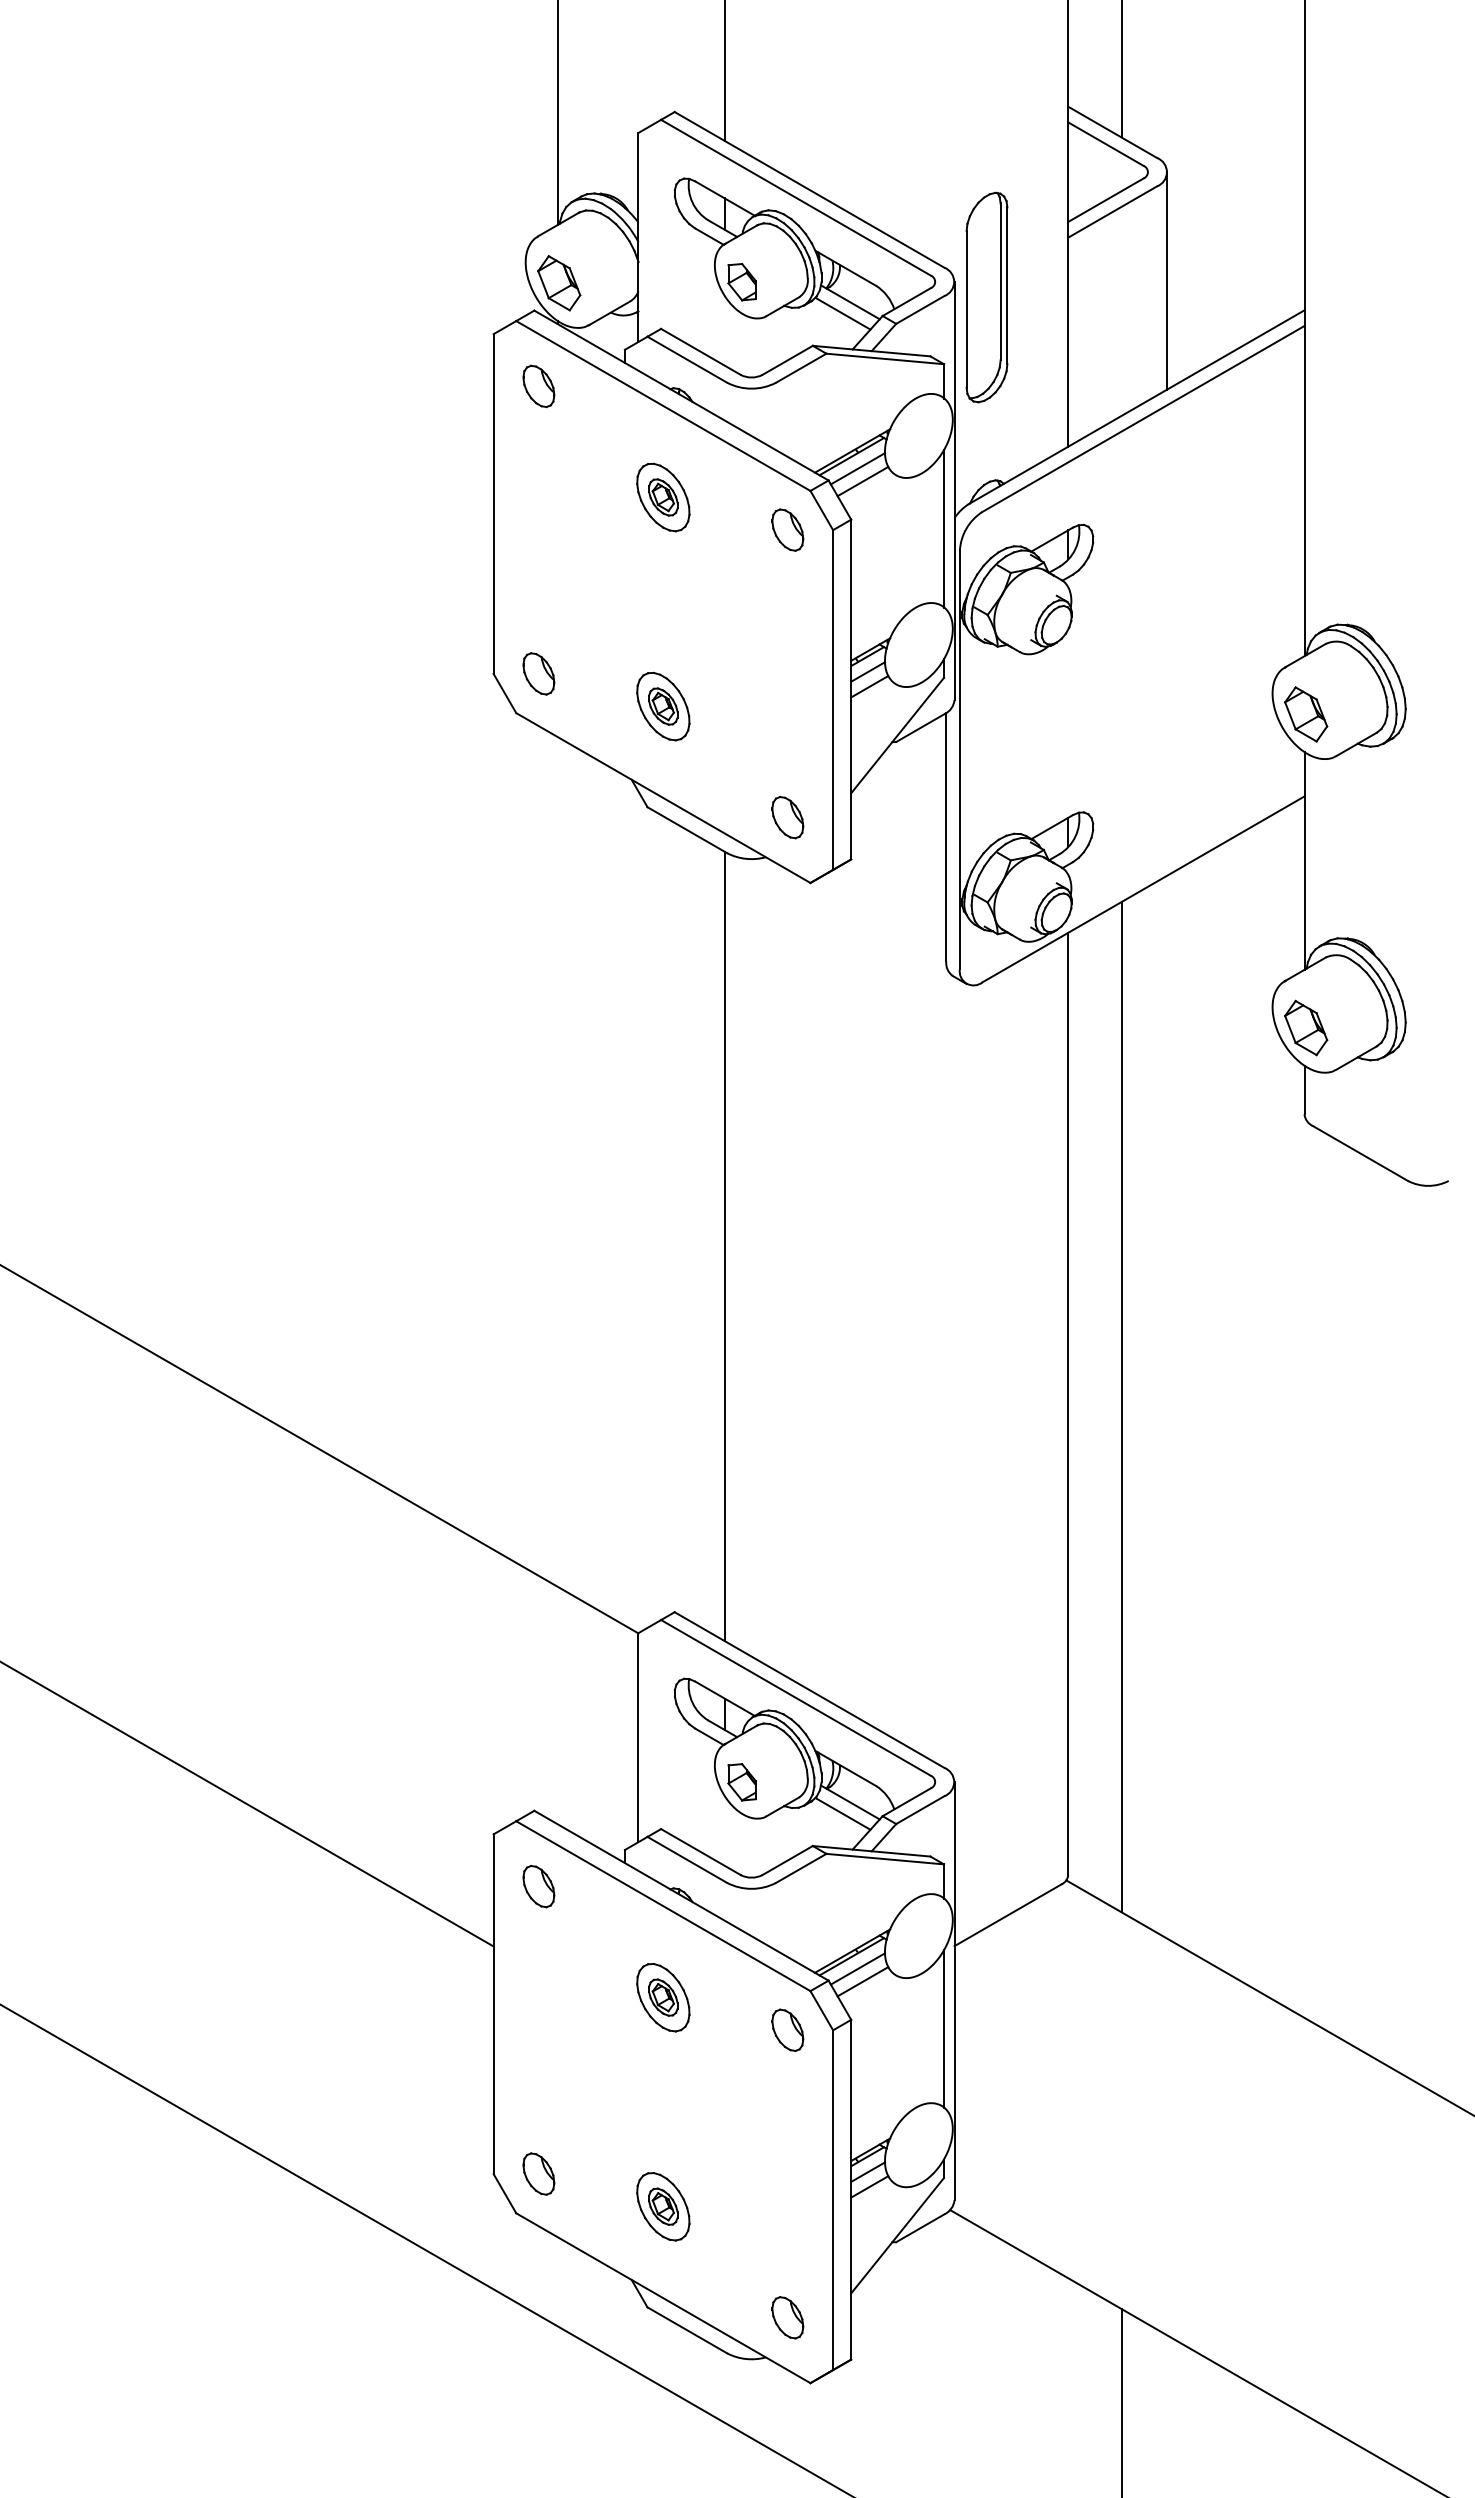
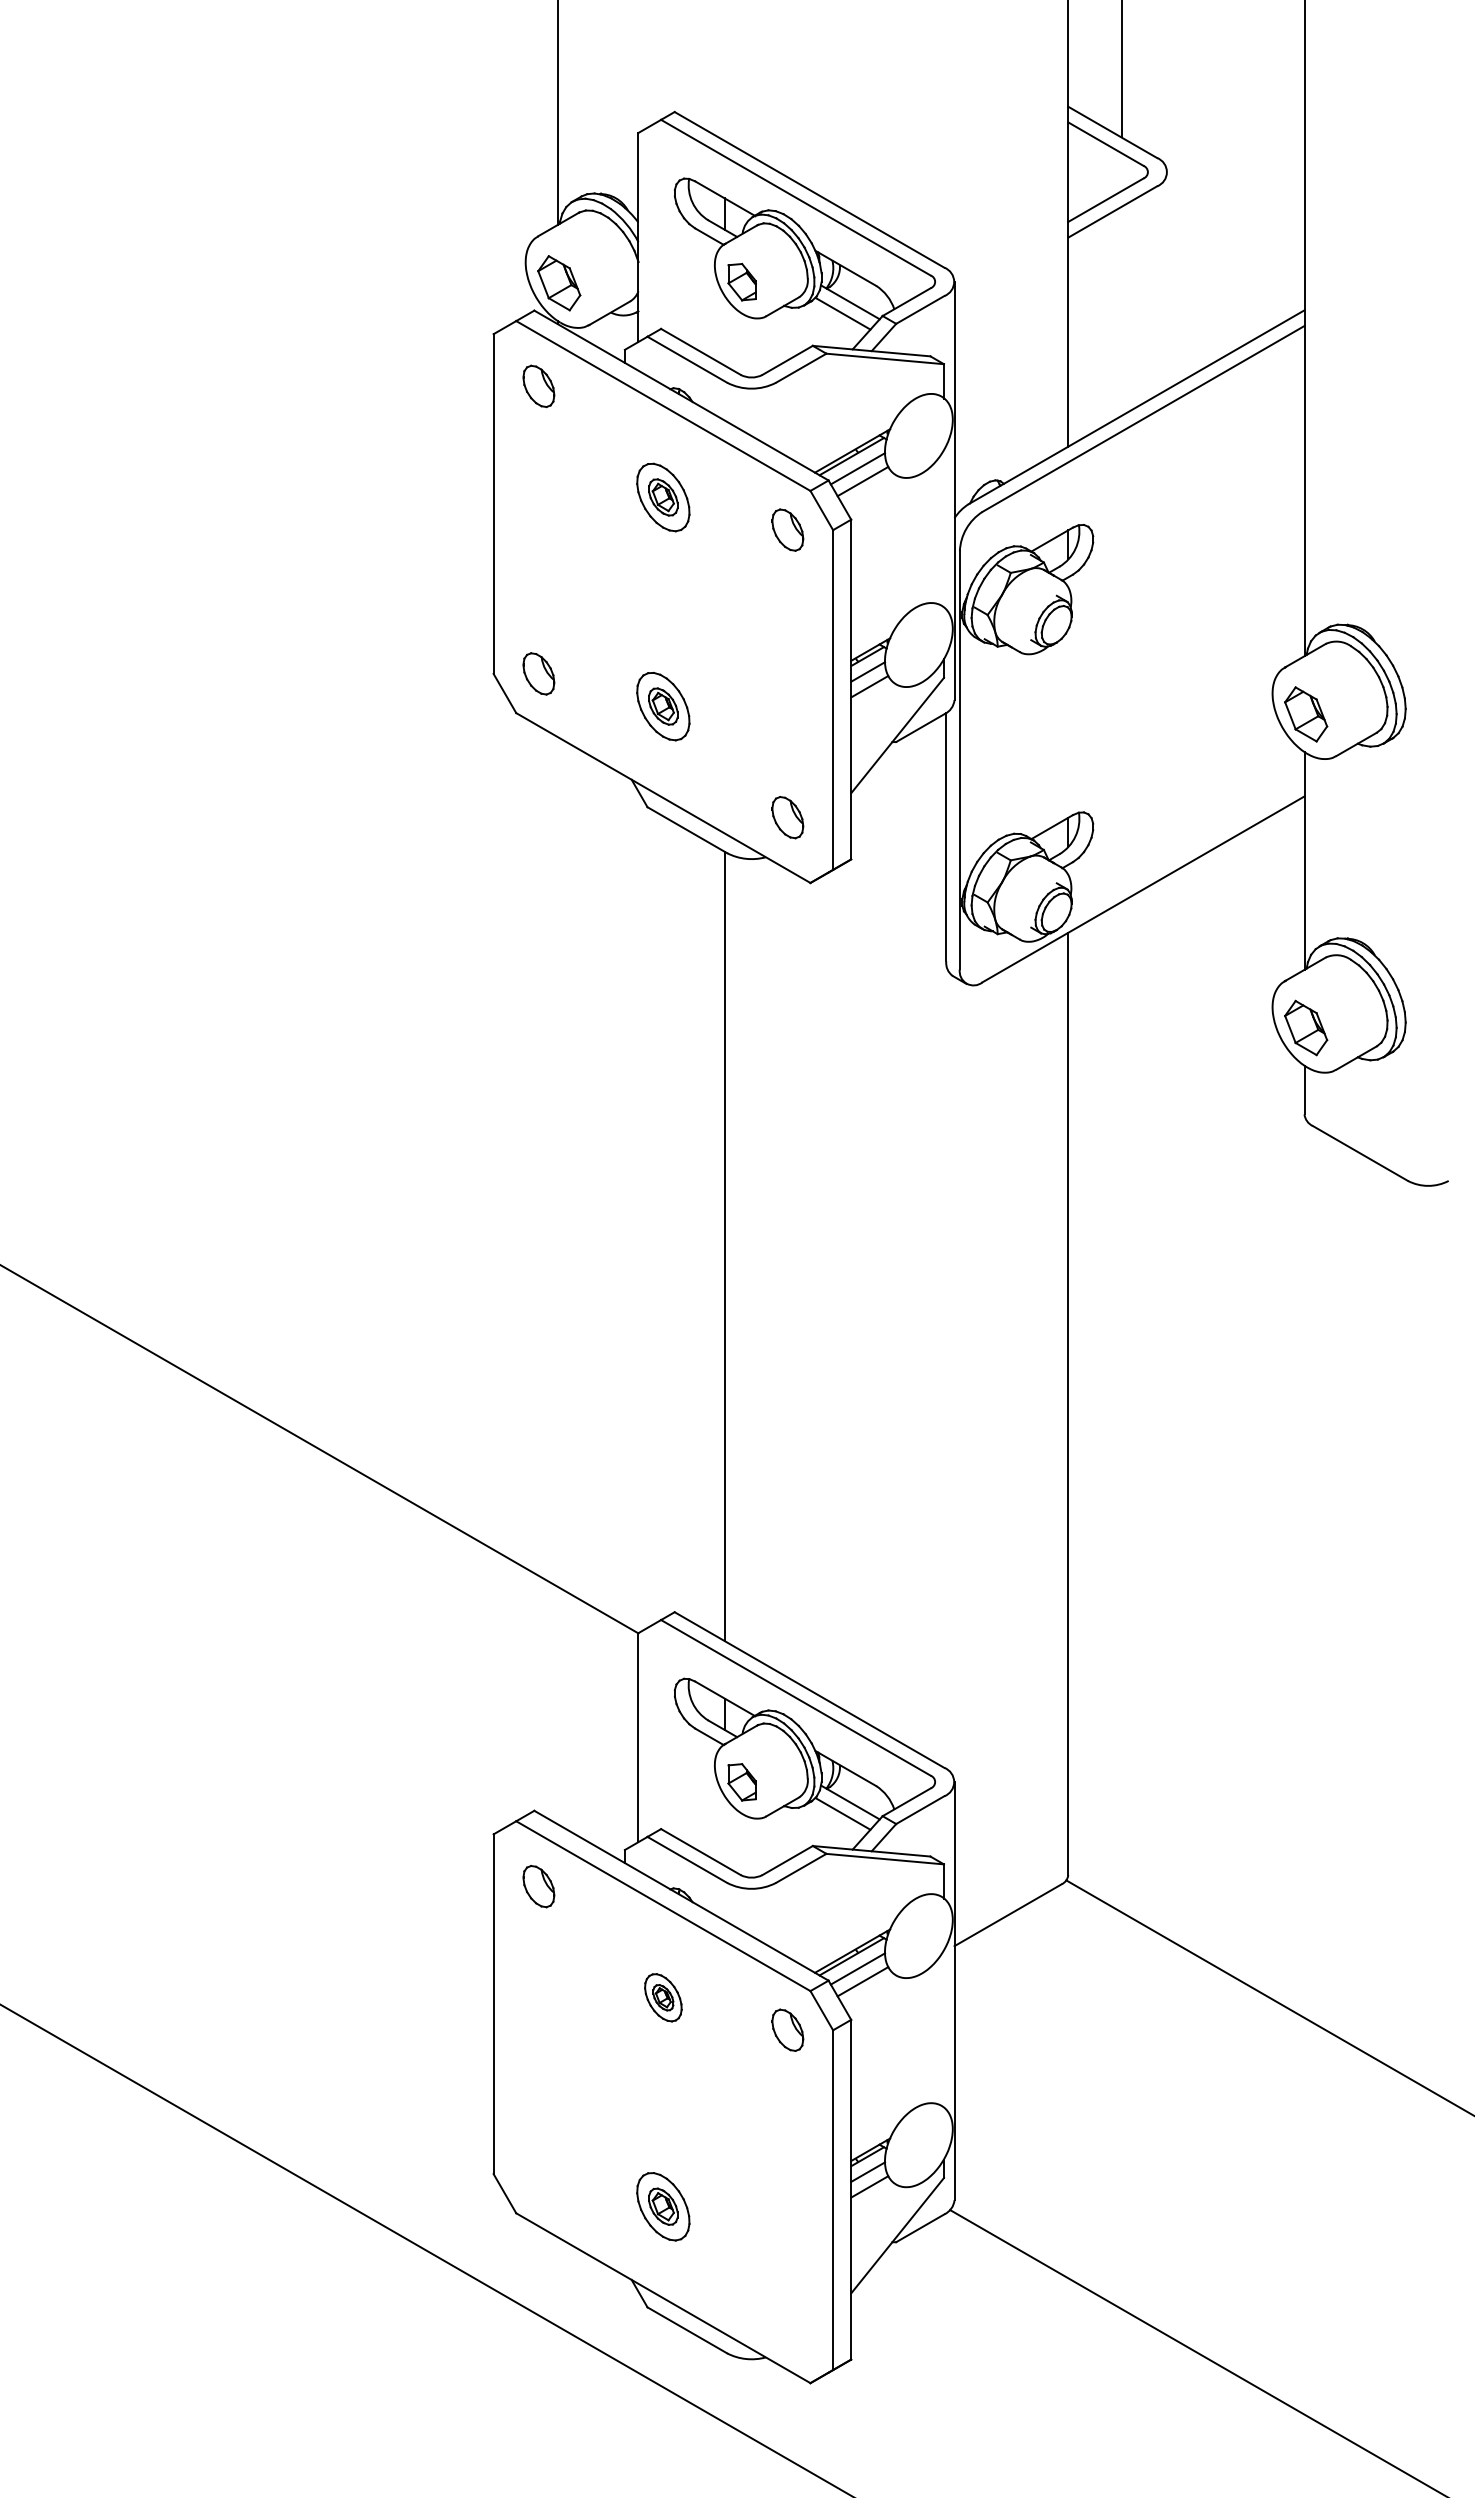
line at (724, 71): present -> none
line at (1167, 280): present -> none
part at (986, 297): present -> none
line at (944, 528): present -> none
line at (1121, 1407): present -> none
line at (247, 1804): present -> none
part at (663, 1997) size: 55x70 px -> 39x50 px
line at (944, 2028): present -> none
part at (538, 2173): present -> none
part at (787, 2317): present -> none
line at (1121, 2401): present -> none
